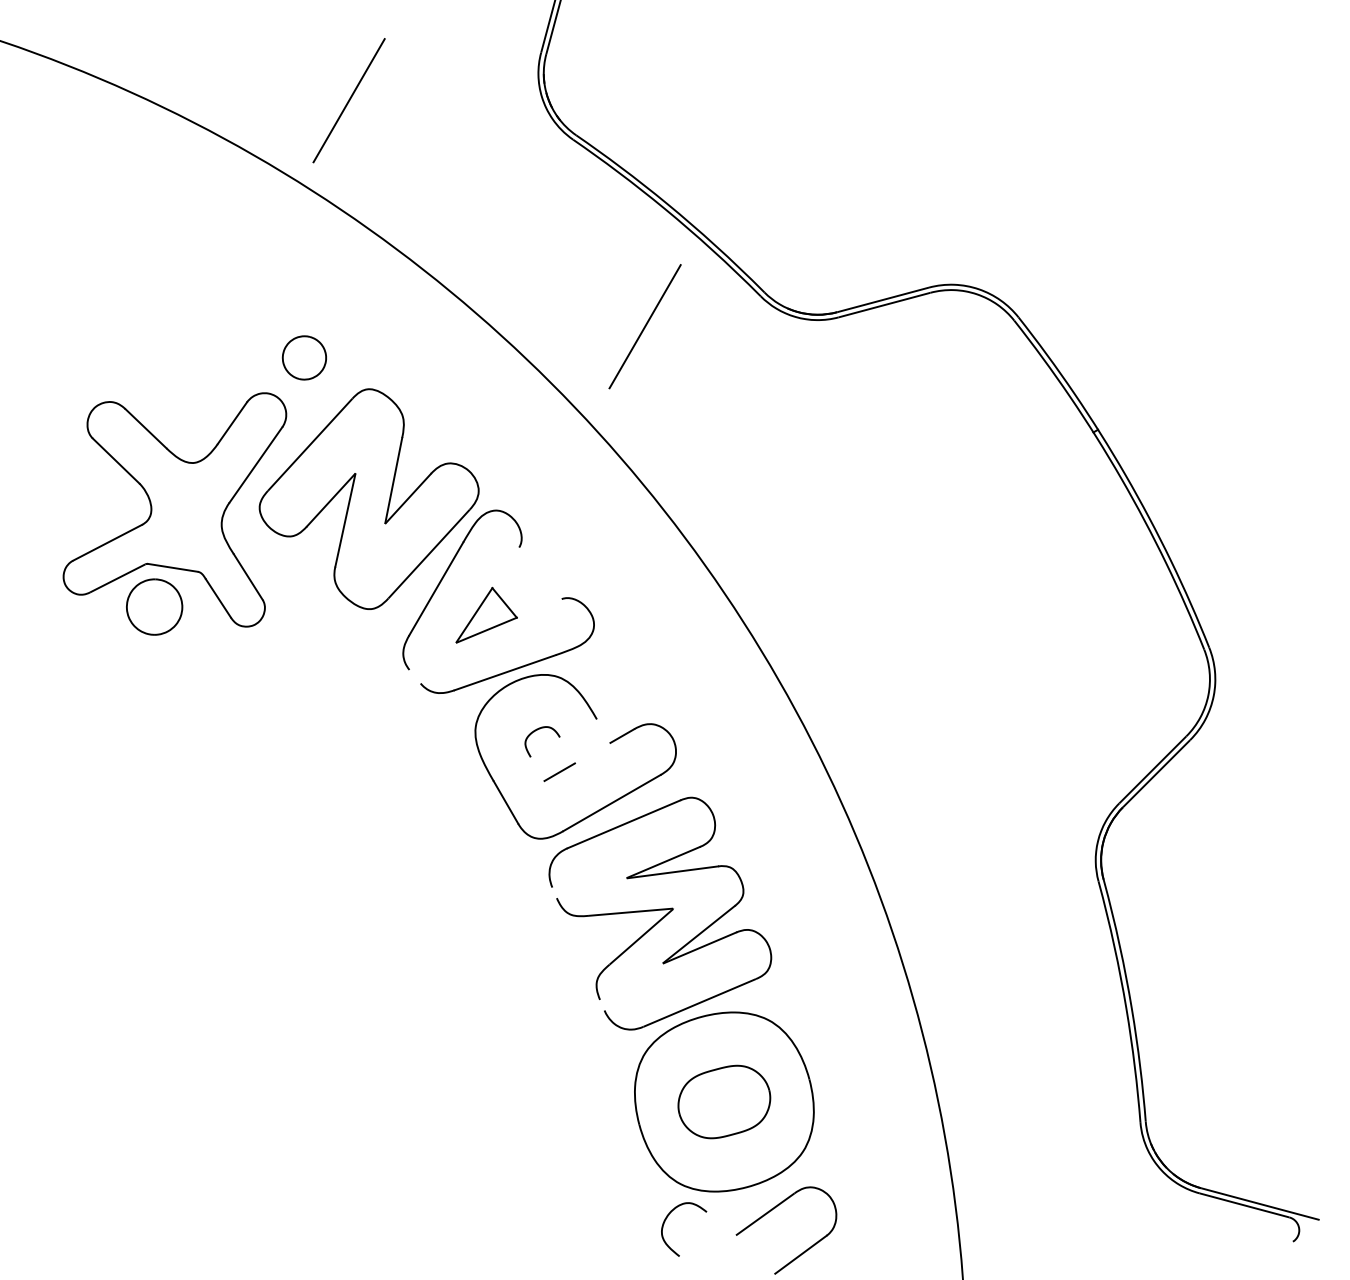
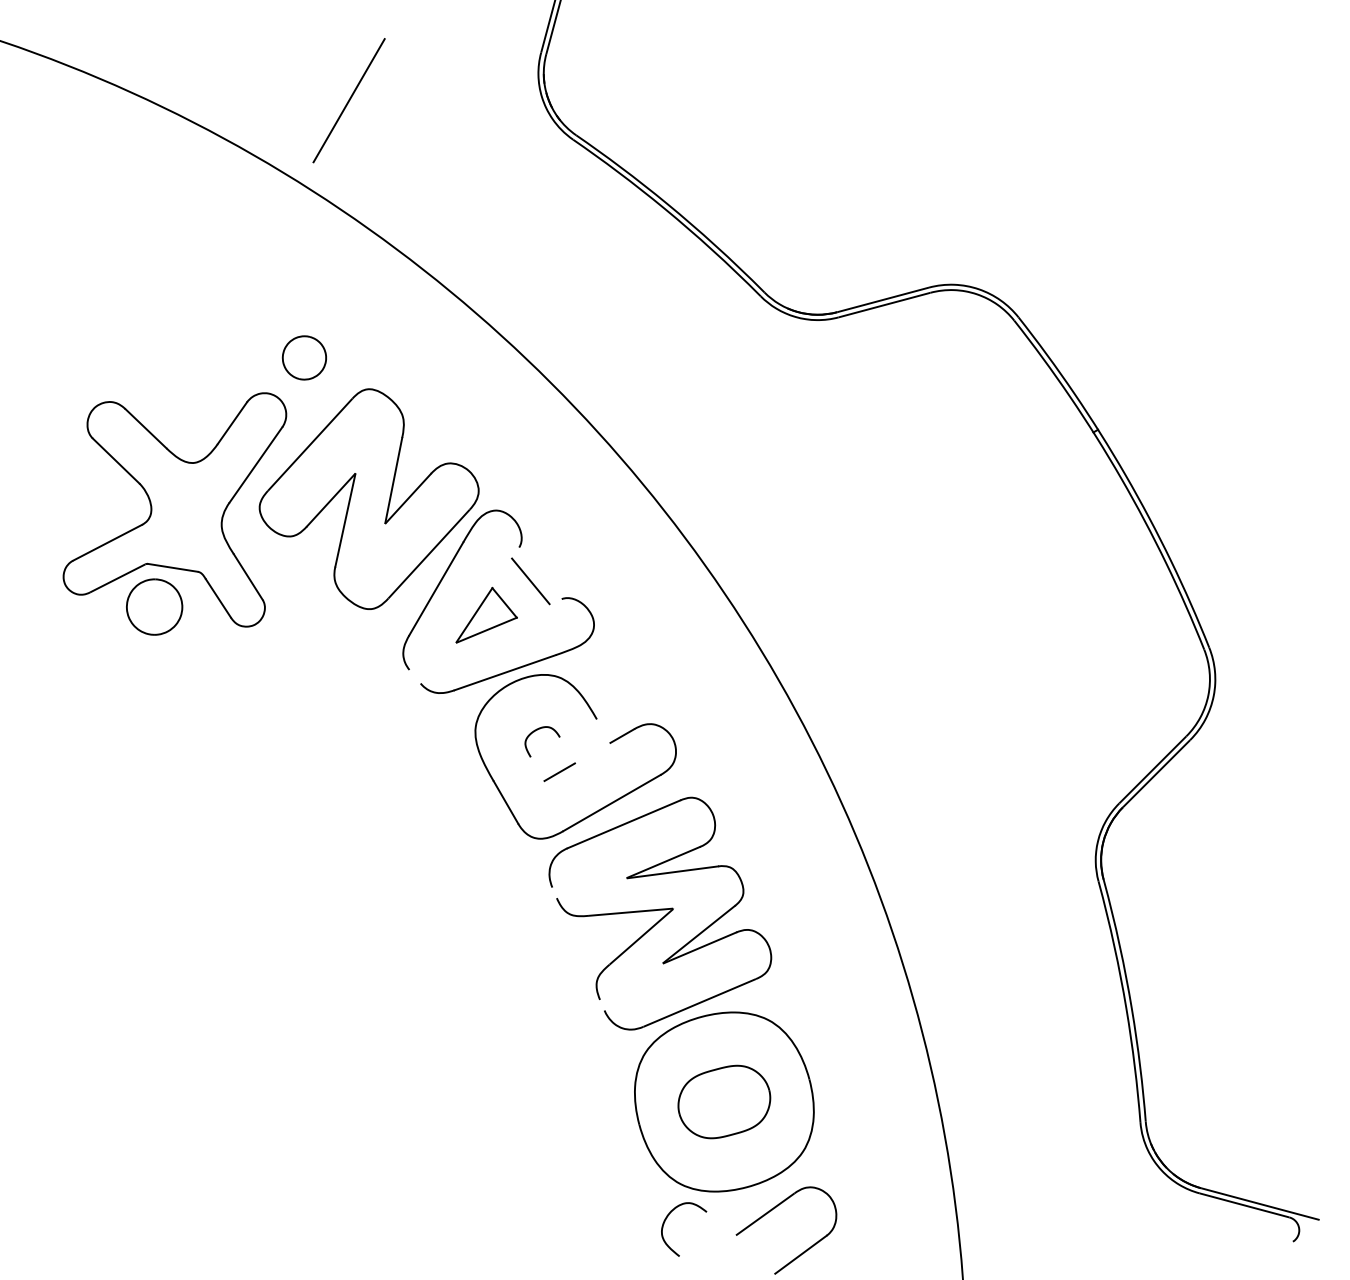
line at (644, 326): present -> none
line at (530, 581): none -> present
